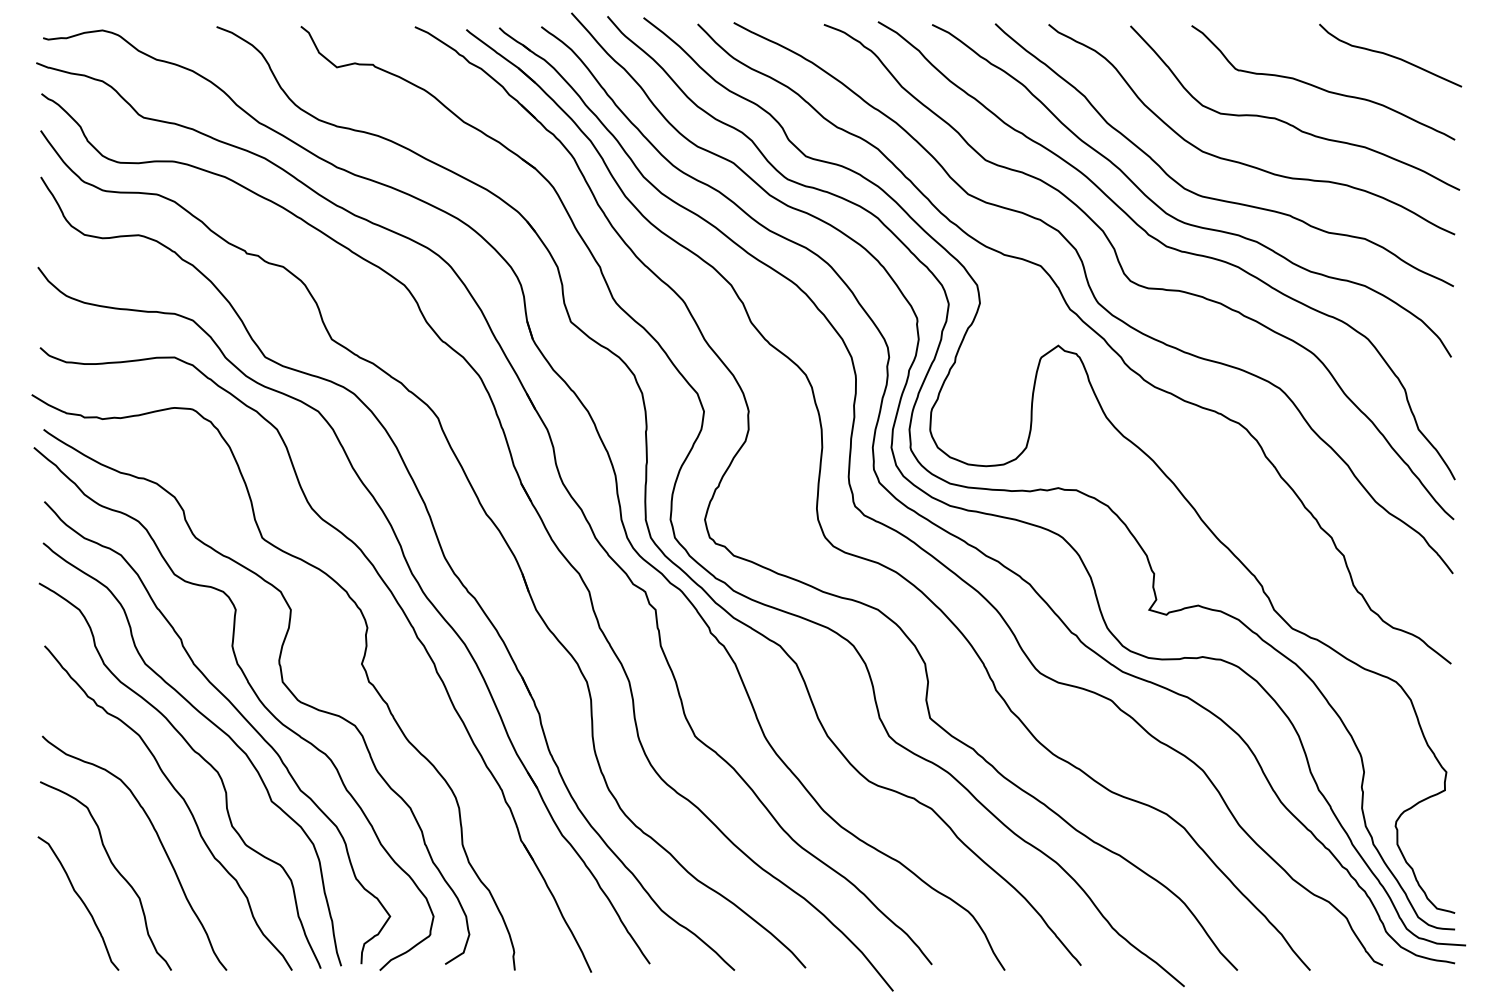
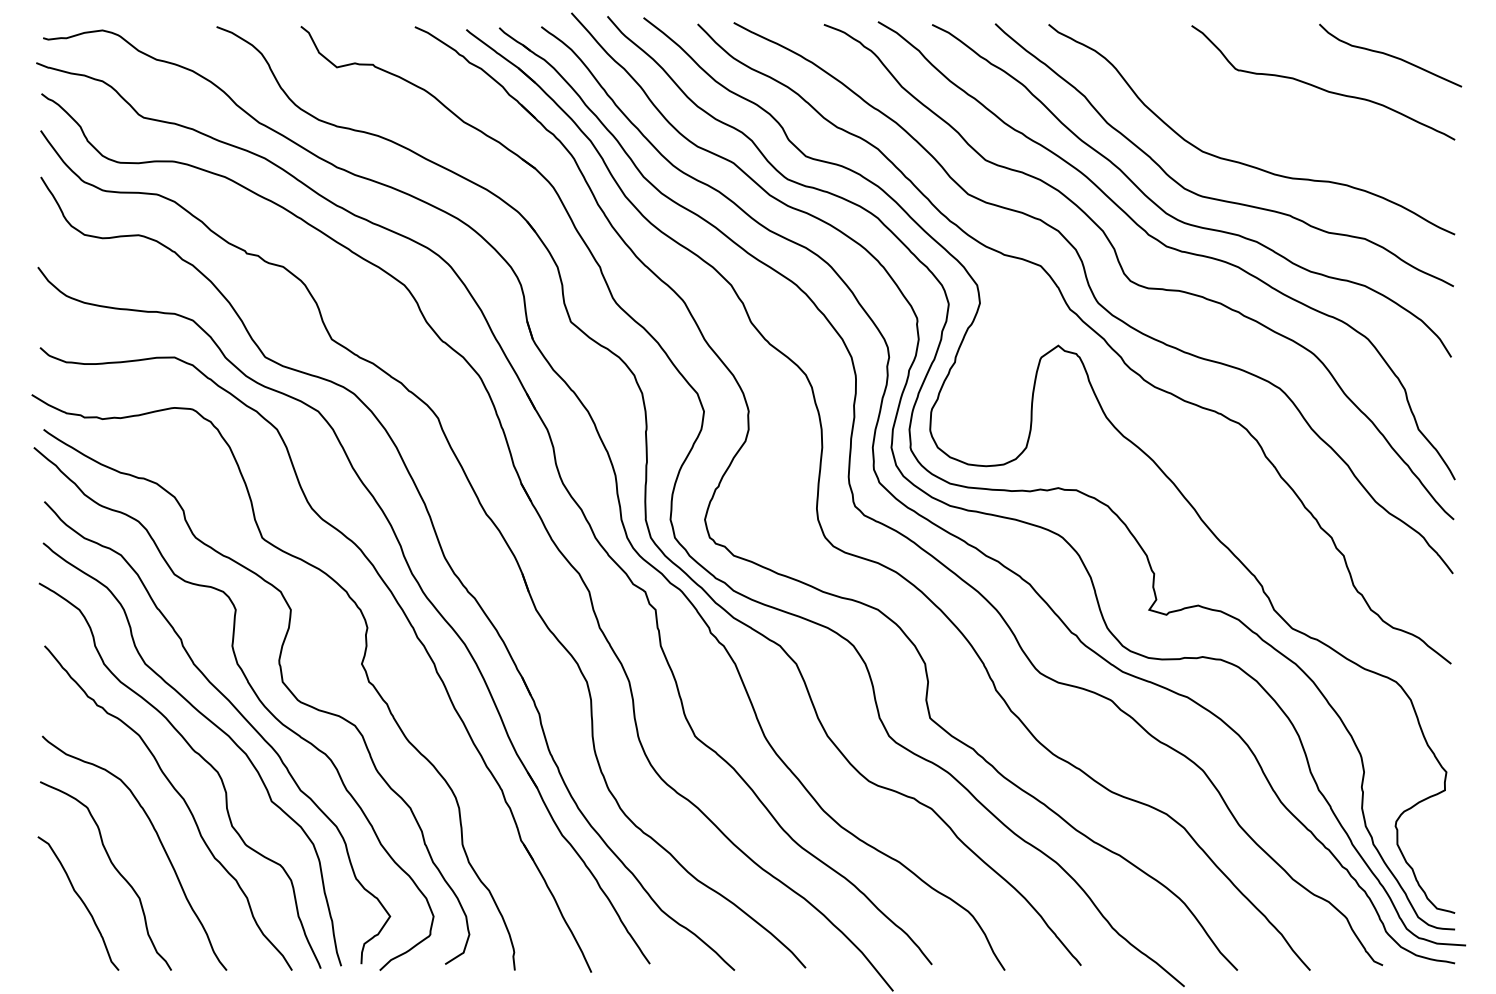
curve at (1288, 122): present -> none
